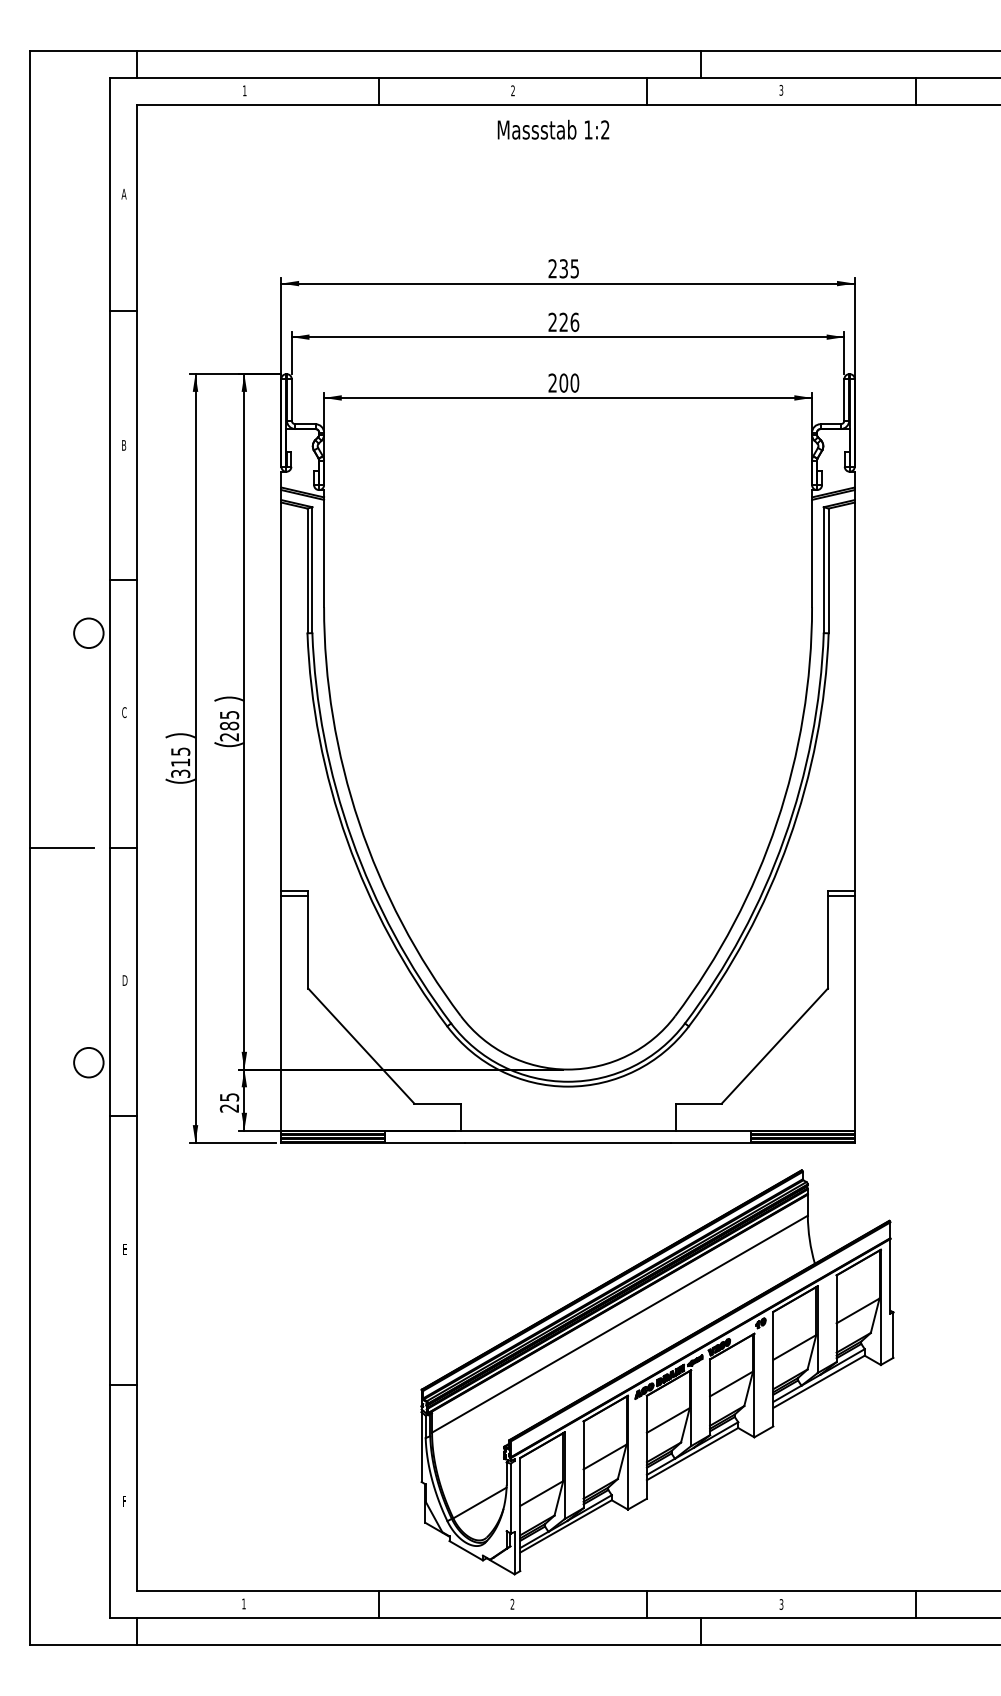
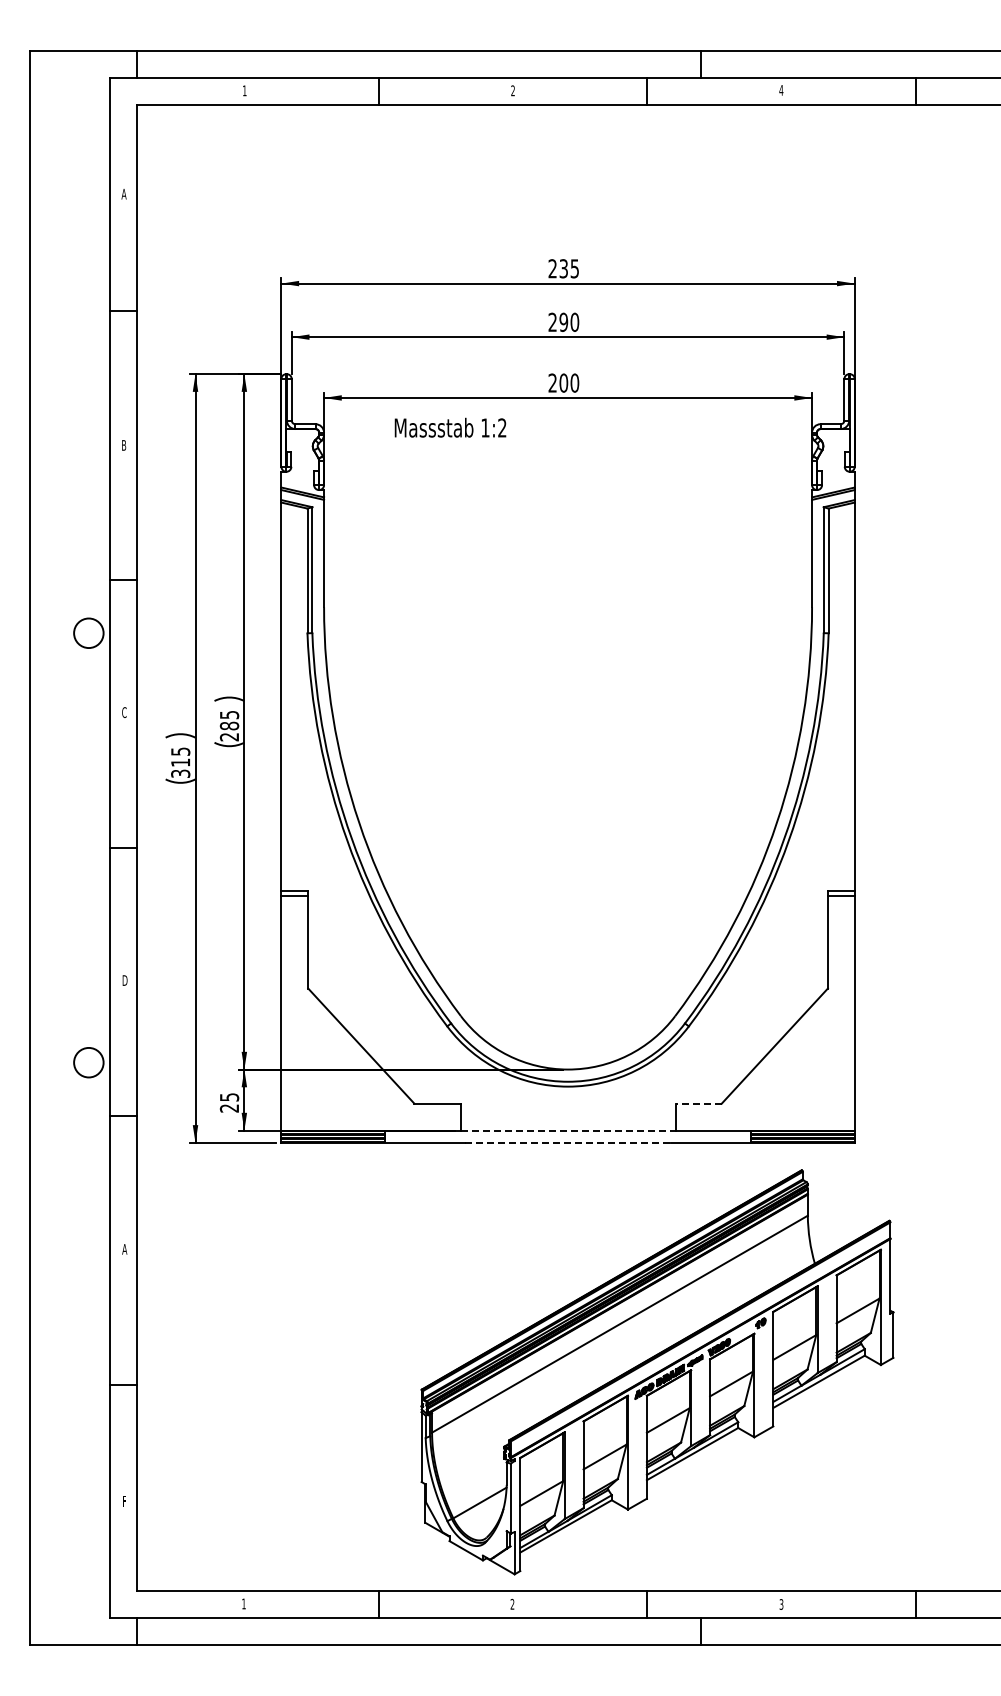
text at (781, 89): 3 -> 4
text at (553, 129) position: (553, 129) -> (450, 427)
text at (569, 321): 226 -> 290
line at (61, 848): present -> none
line at (698, 1103): solid -> dashed
line at (568, 1130): solid -> dashed
line at (568, 1142): solid -> dashed
text at (124, 1249): E -> A
